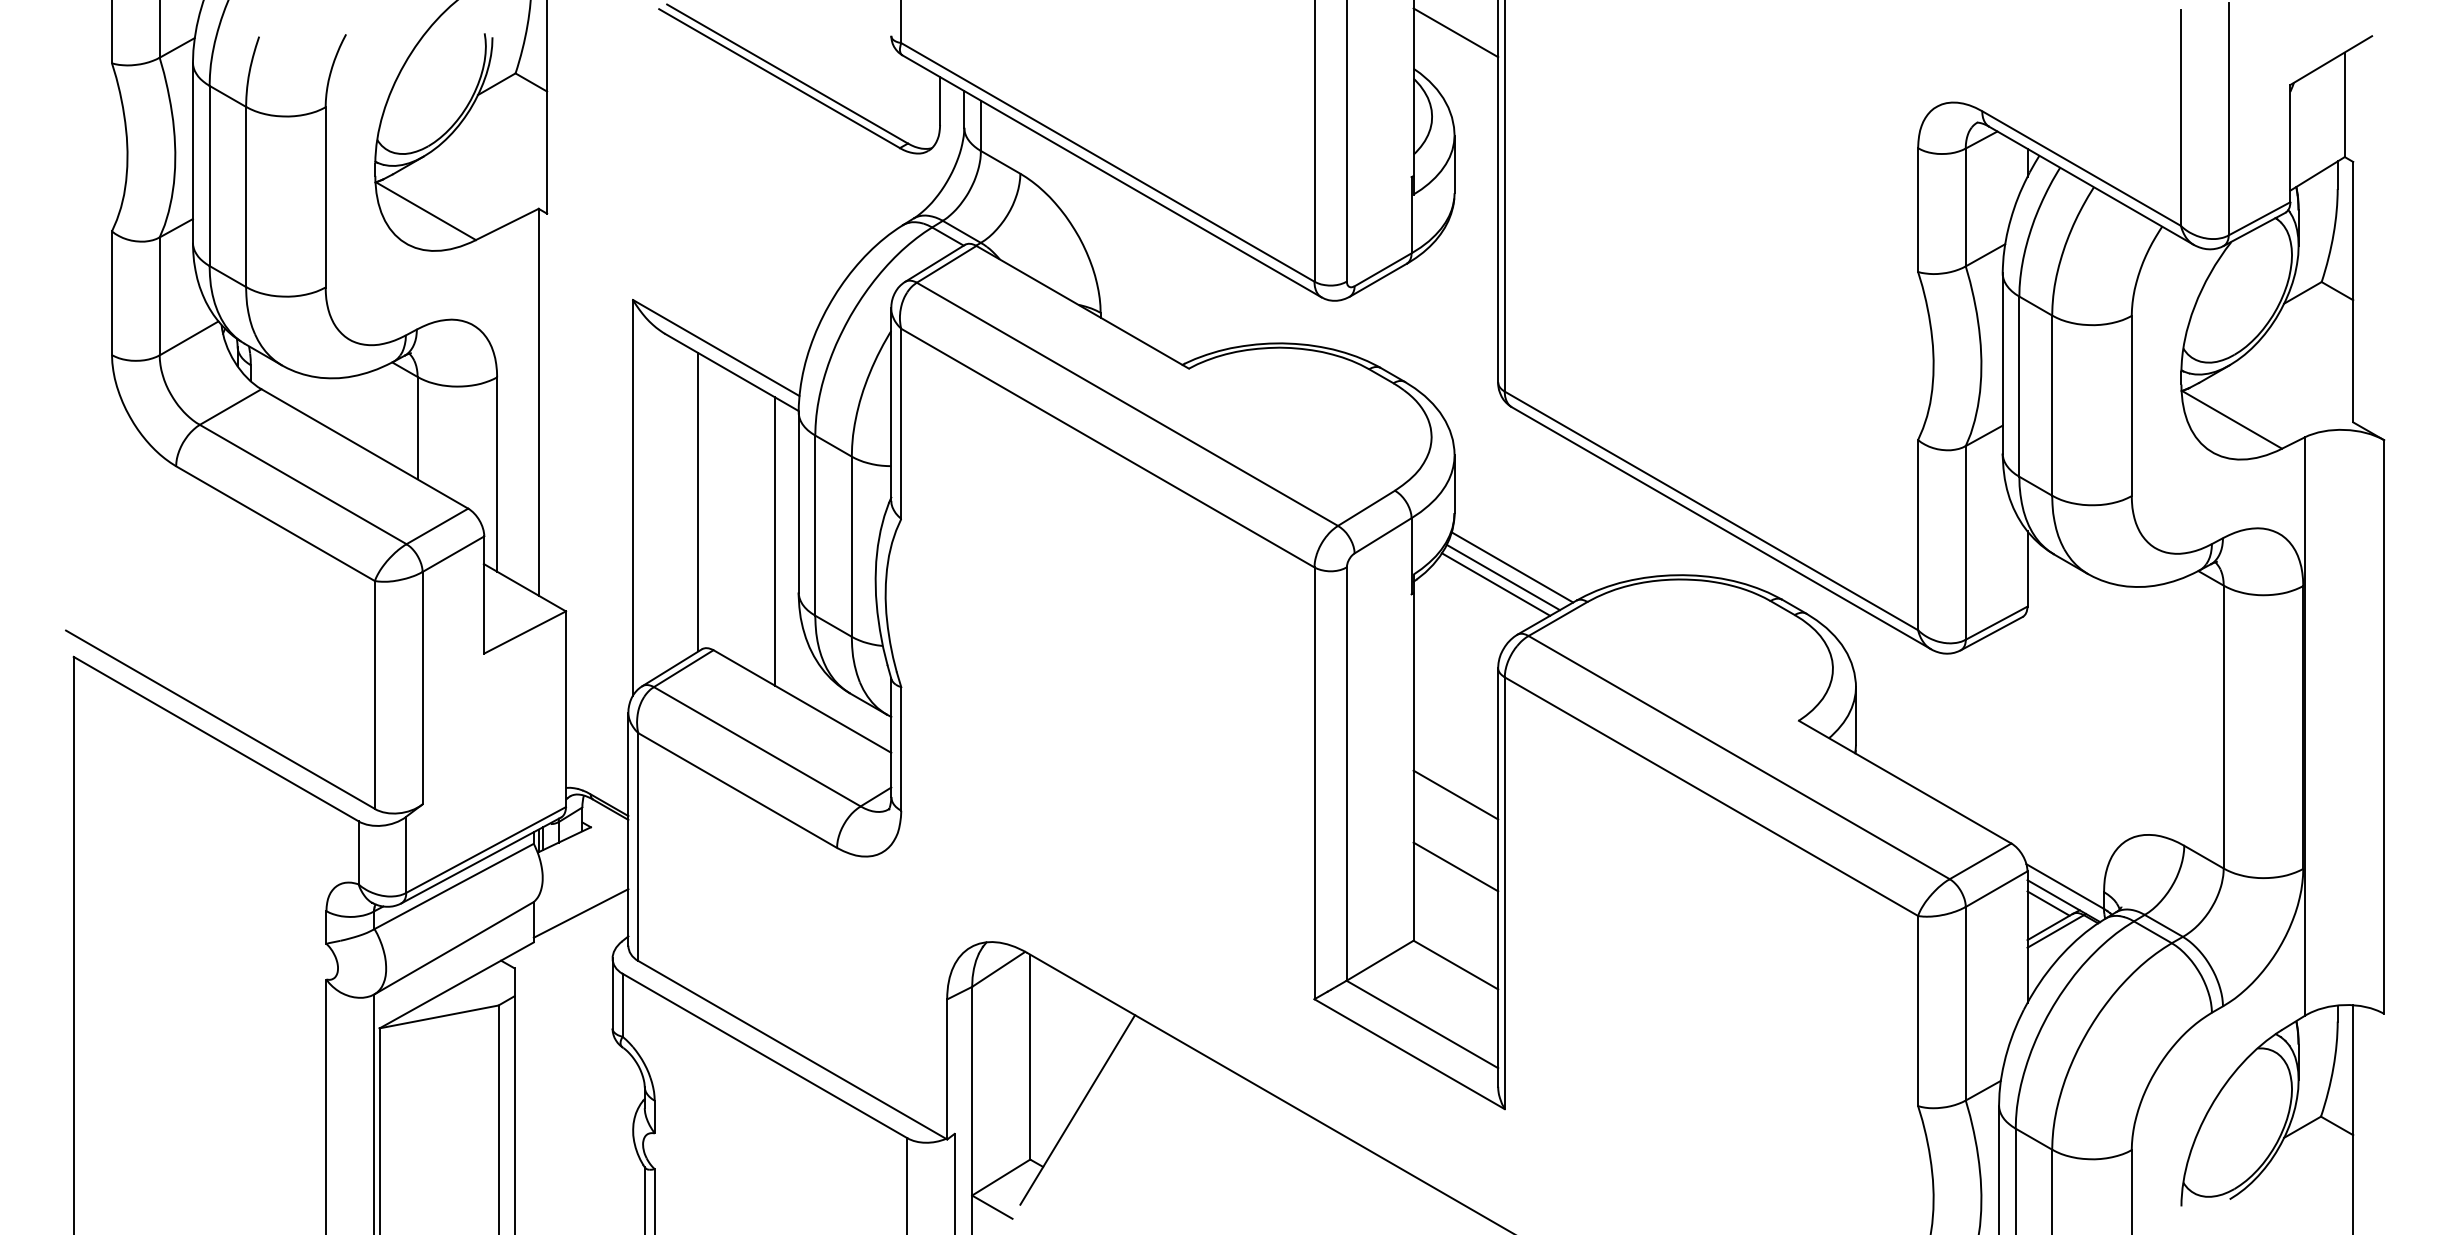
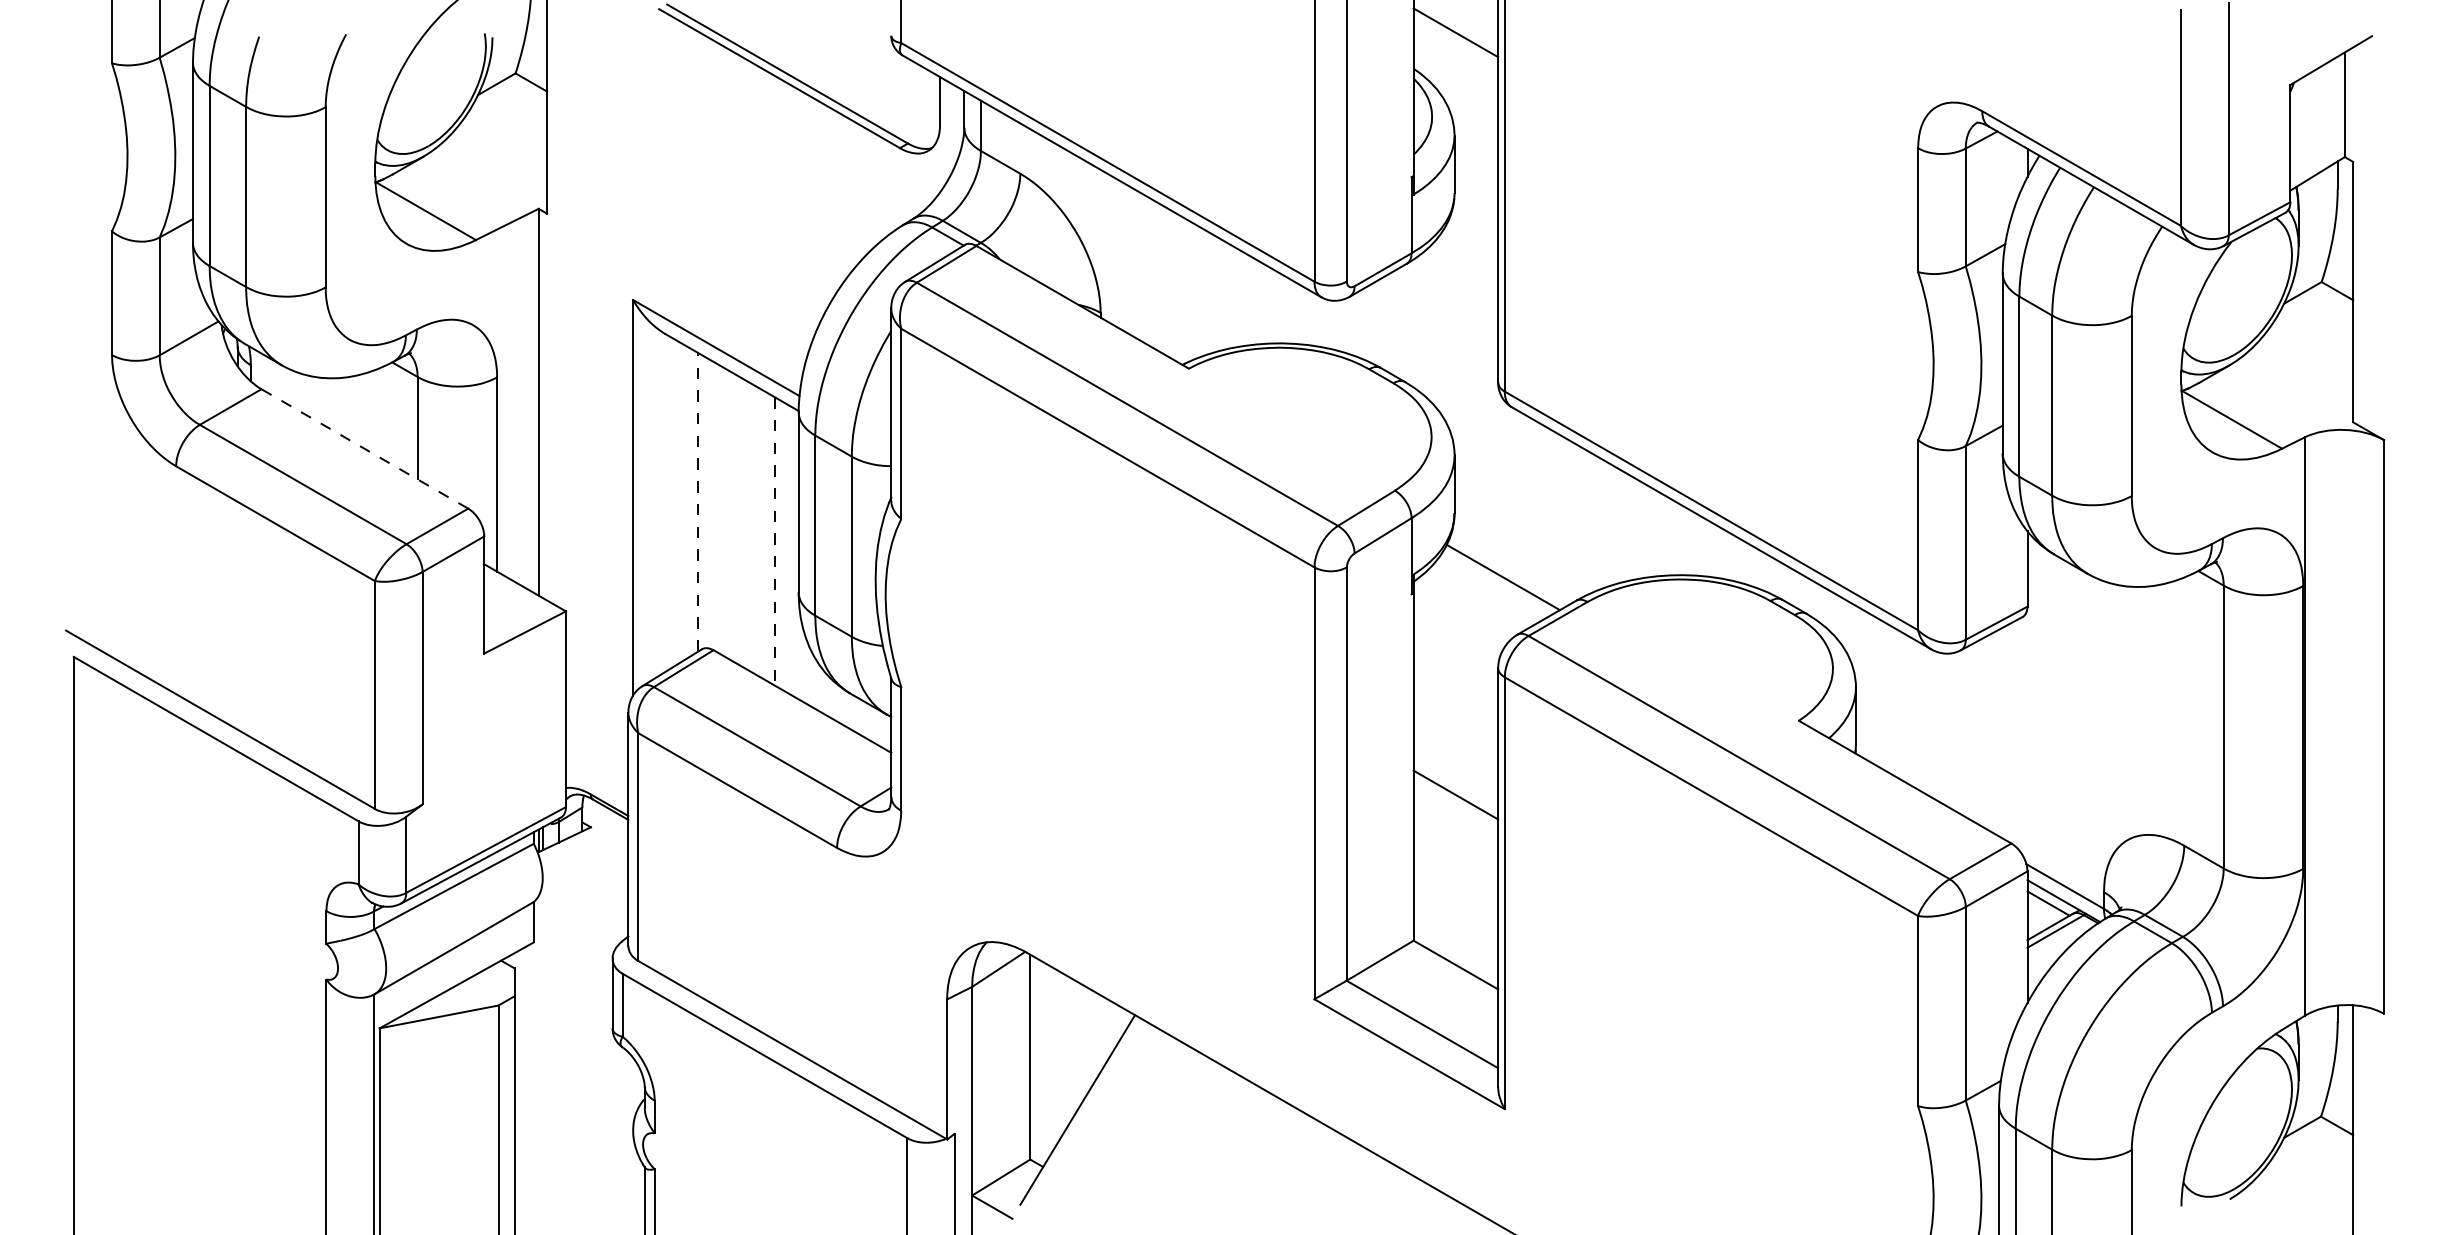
line at (364, 448): solid -> dashed
line at (698, 501): solid -> dashed
line at (774, 541): solid -> dashed
line at (1512, 567): present -> none
line at (1495, 584): present -> none
line at (1455, 866): present -> none
line at (580, 913): present -> none
